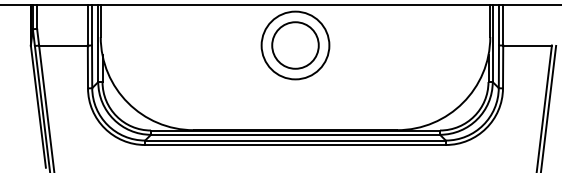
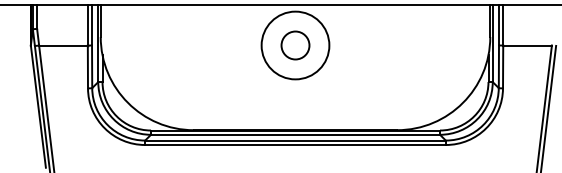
circle at (295, 45) diameter: 47 px -> 28 px
